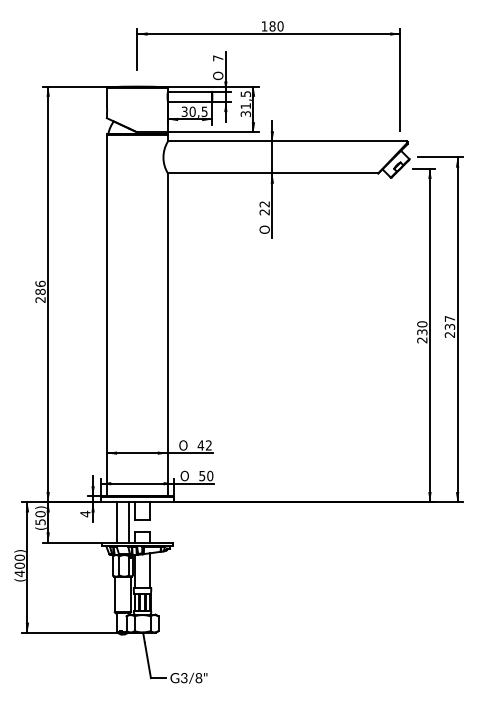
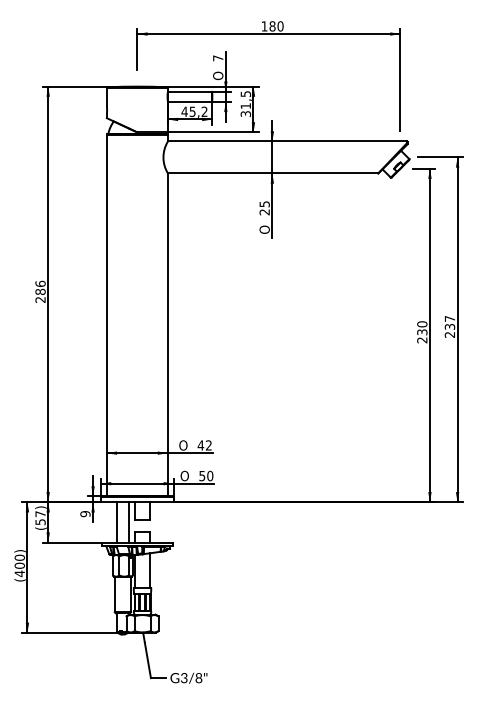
text at (194, 111): 30,5 -> 45,2
text at (264, 204): 22 -> 25
text at (85, 513): 4 -> 9
text at (40, 514): (50) -> (57)
